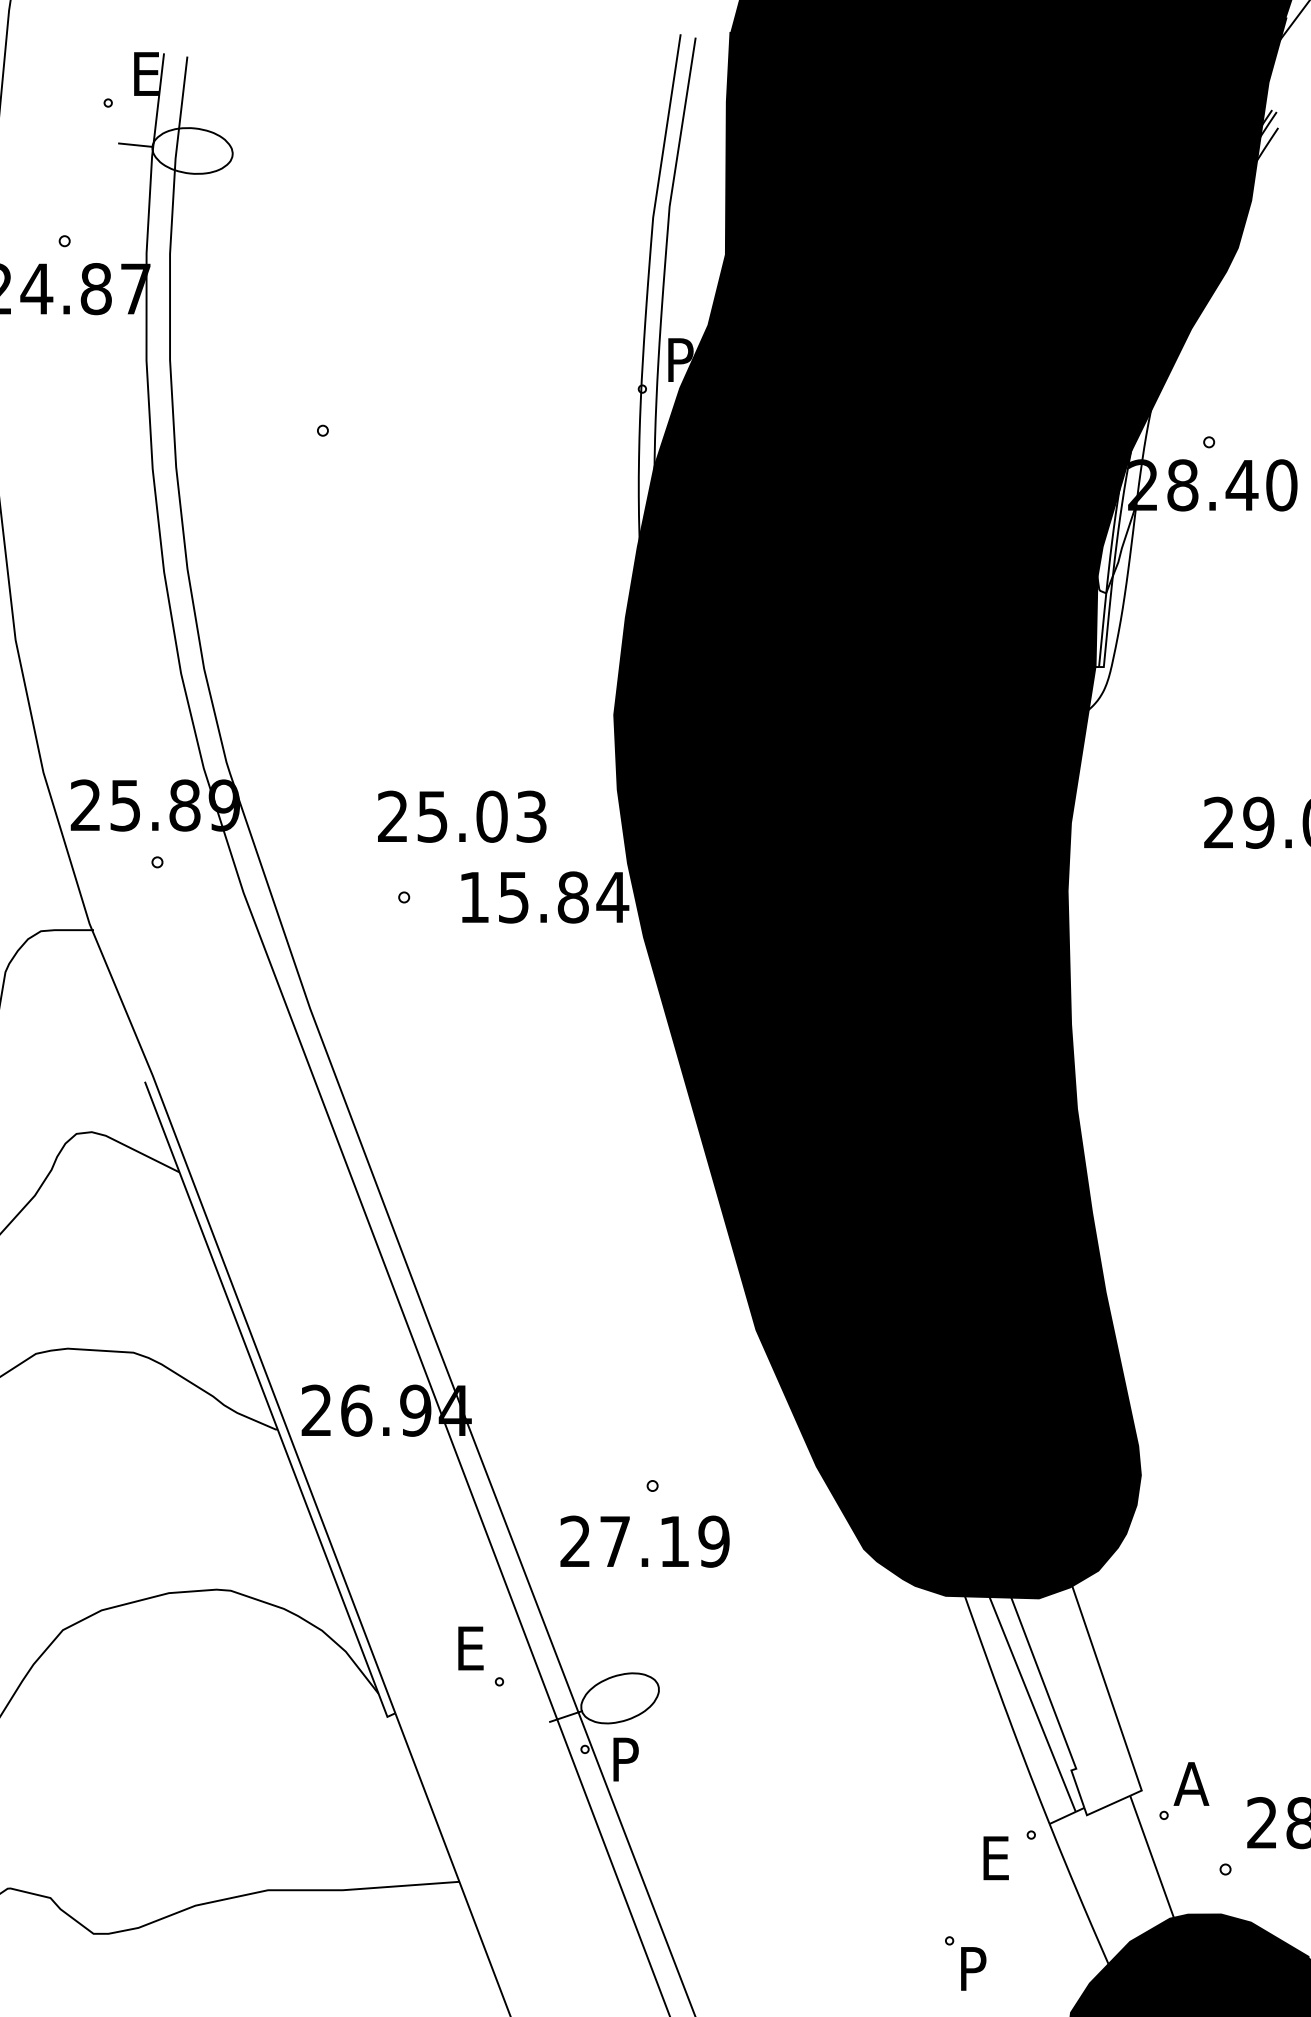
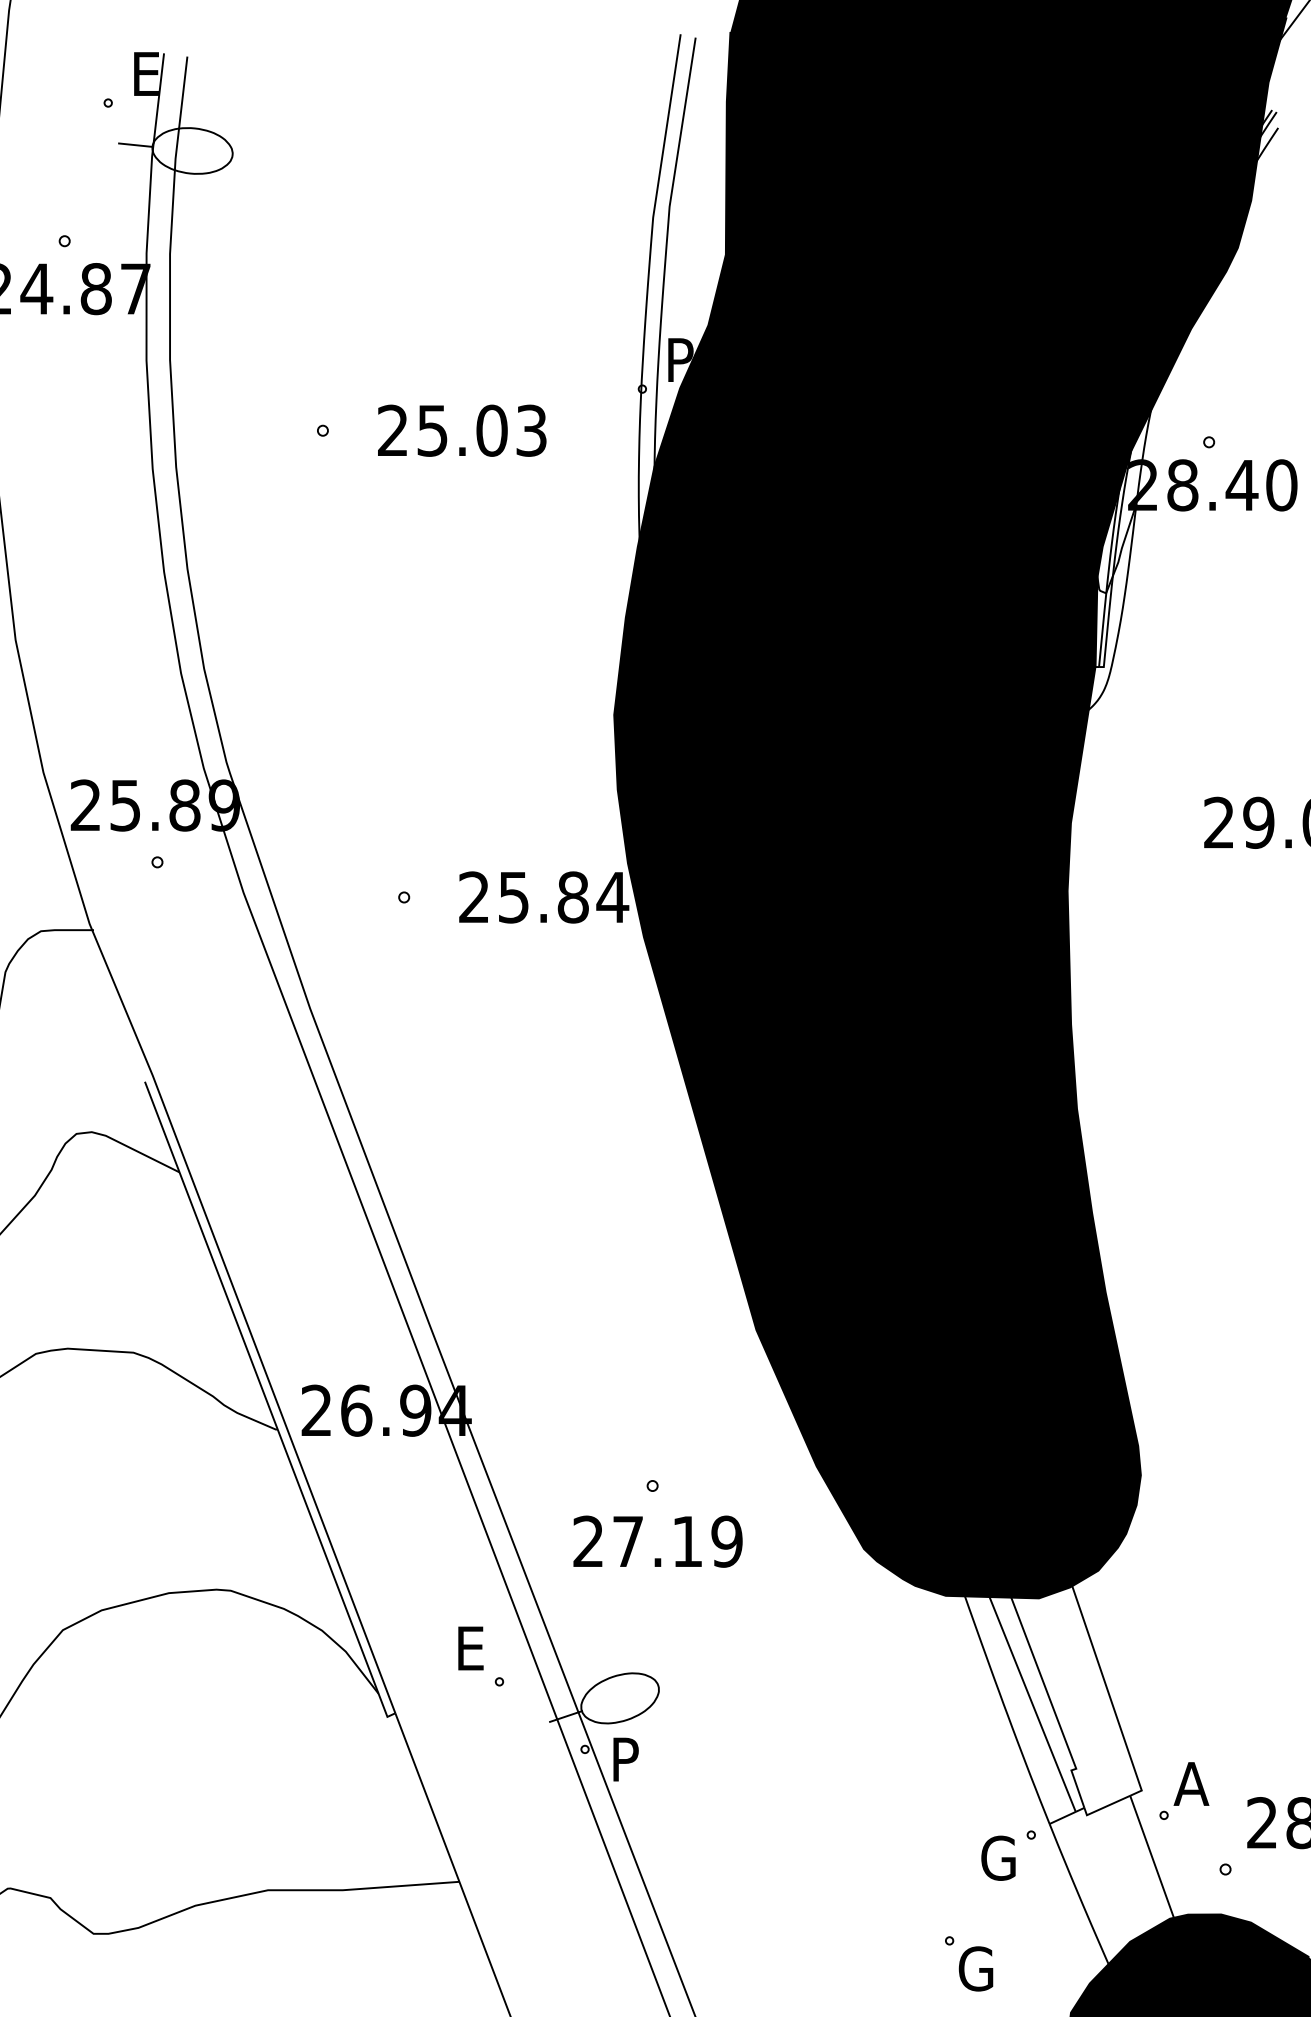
text at (462, 816) position: (462, 816) -> (462, 430)
text at (473, 896): 15.84 -> 25.84
text at (644, 1541) position: (644, 1541) -> (657, 1541)
text at (998, 1857): E -> G
text at (975, 1968): P -> G
